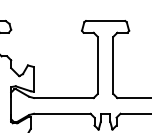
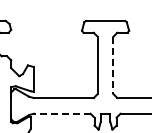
line at (113, 65): solid -> dashed
line at (61, 113): solid -> dashed
